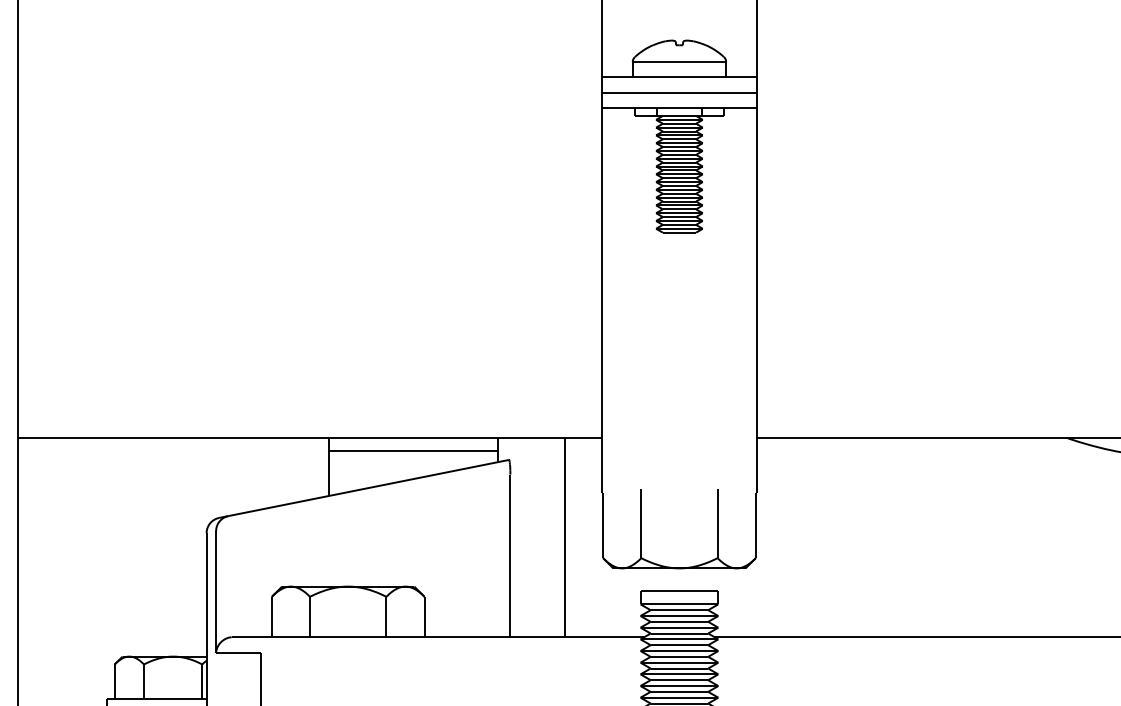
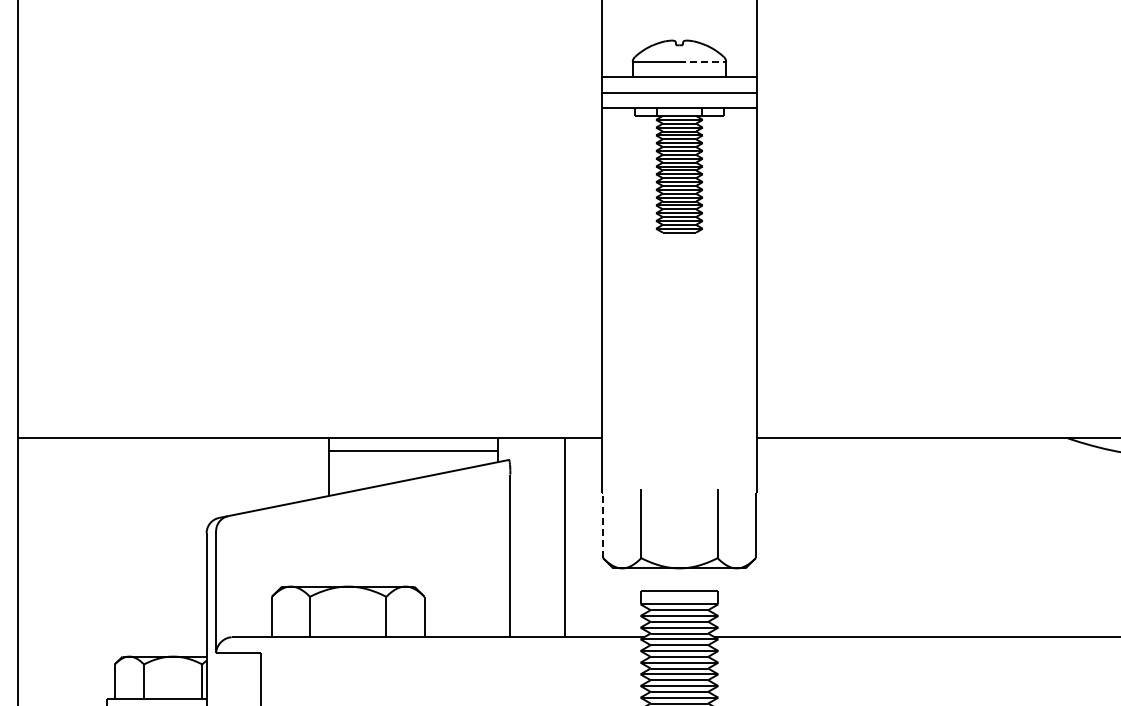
line at (703, 61): solid -> dashed
line at (603, 525): solid -> dashed
